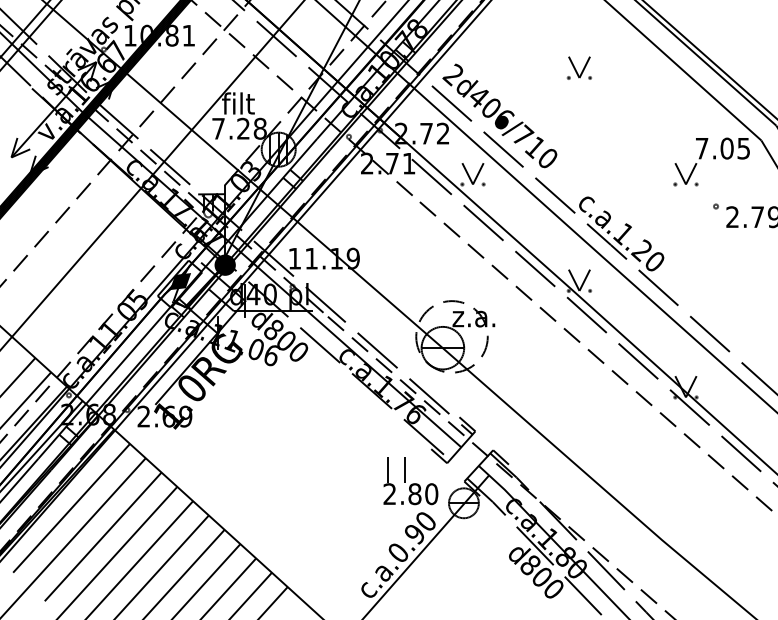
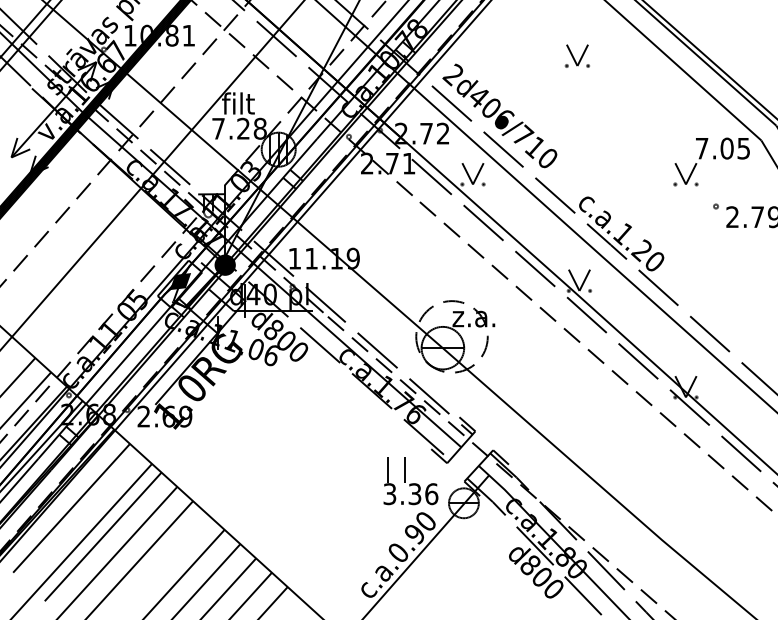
part at (578, 67) position: (578, 67) -> (576, 55)
text at (410, 494): 2.80 -> 3.36
line at (73, 537) position: (73, 537) -> (82, 540)
line at (162, 565): present -> none
